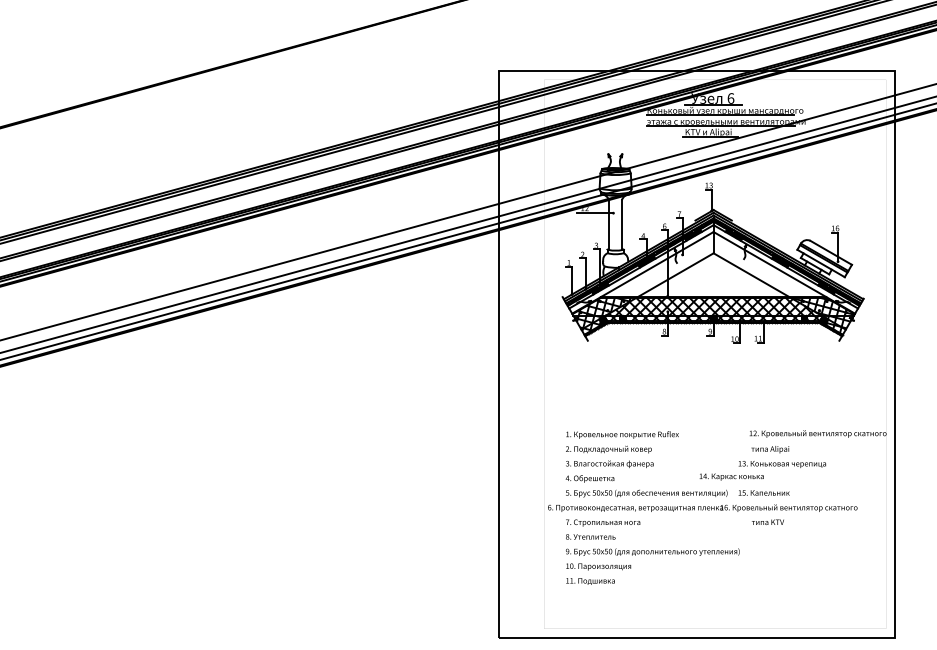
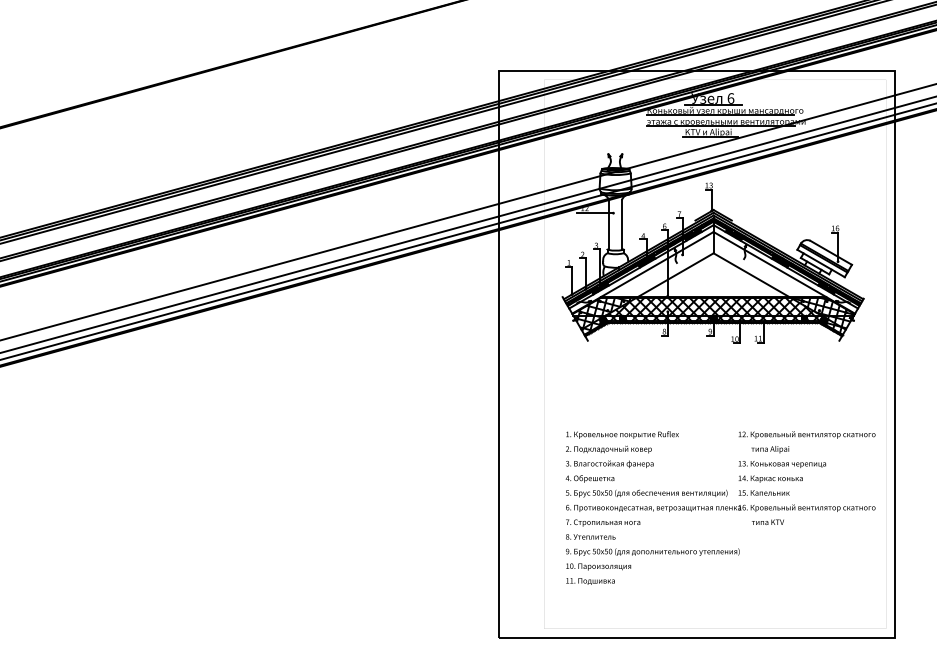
text at (817, 433) position: (817, 433) -> (806, 434)
text at (731, 476) position: (731, 476) -> (770, 478)
text at (702, 507) position: (702, 507) -> (720, 507)
